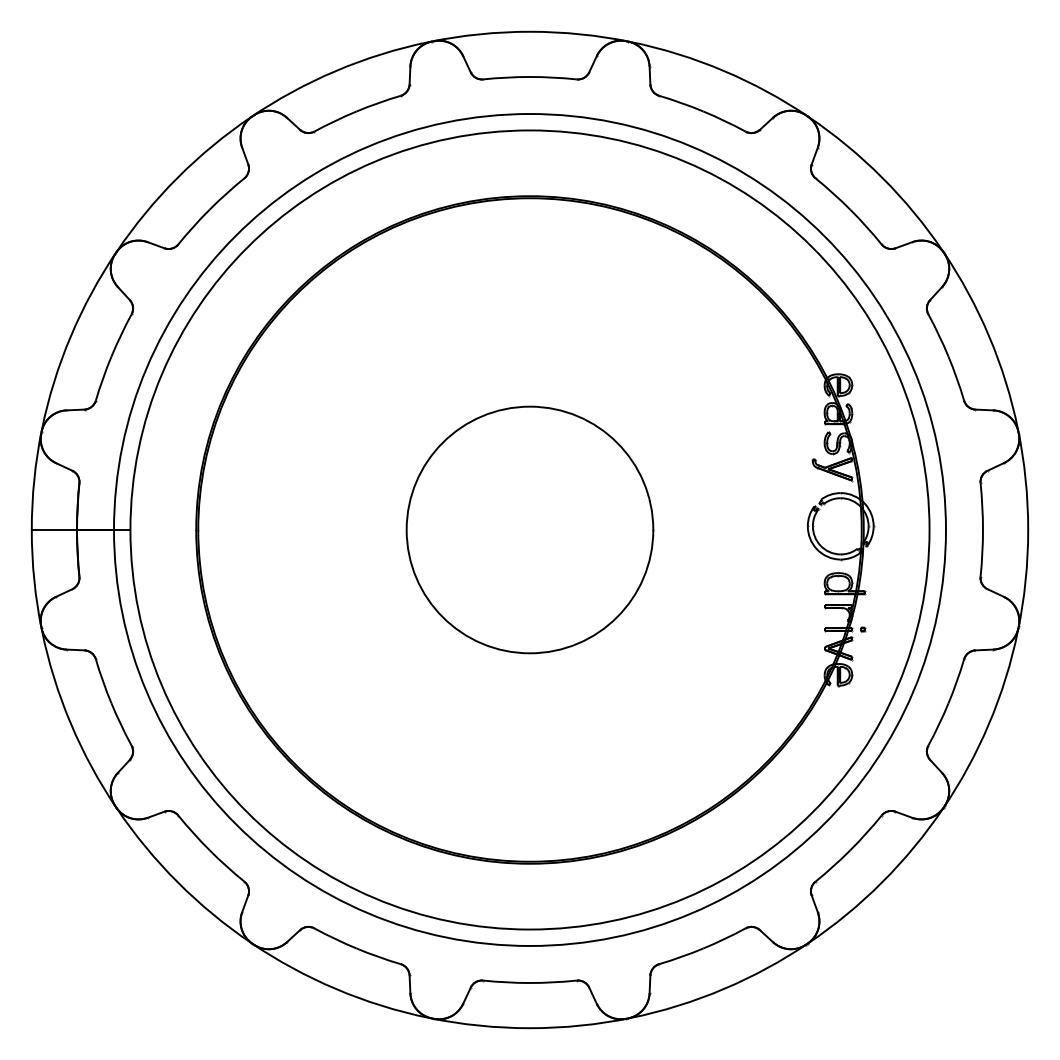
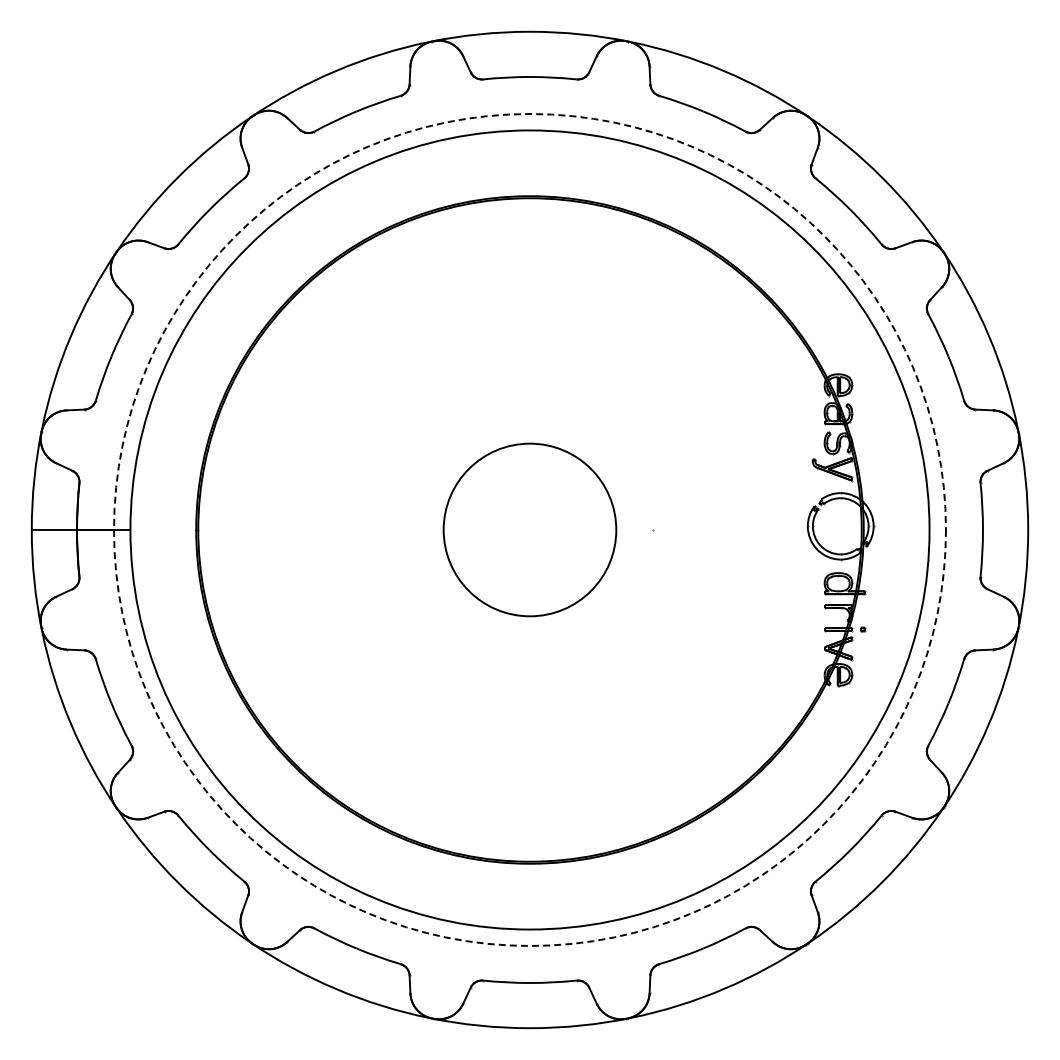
circle at (529, 529) diameter: 247 px -> 173 px
circle at (529, 529): solid -> dashed
